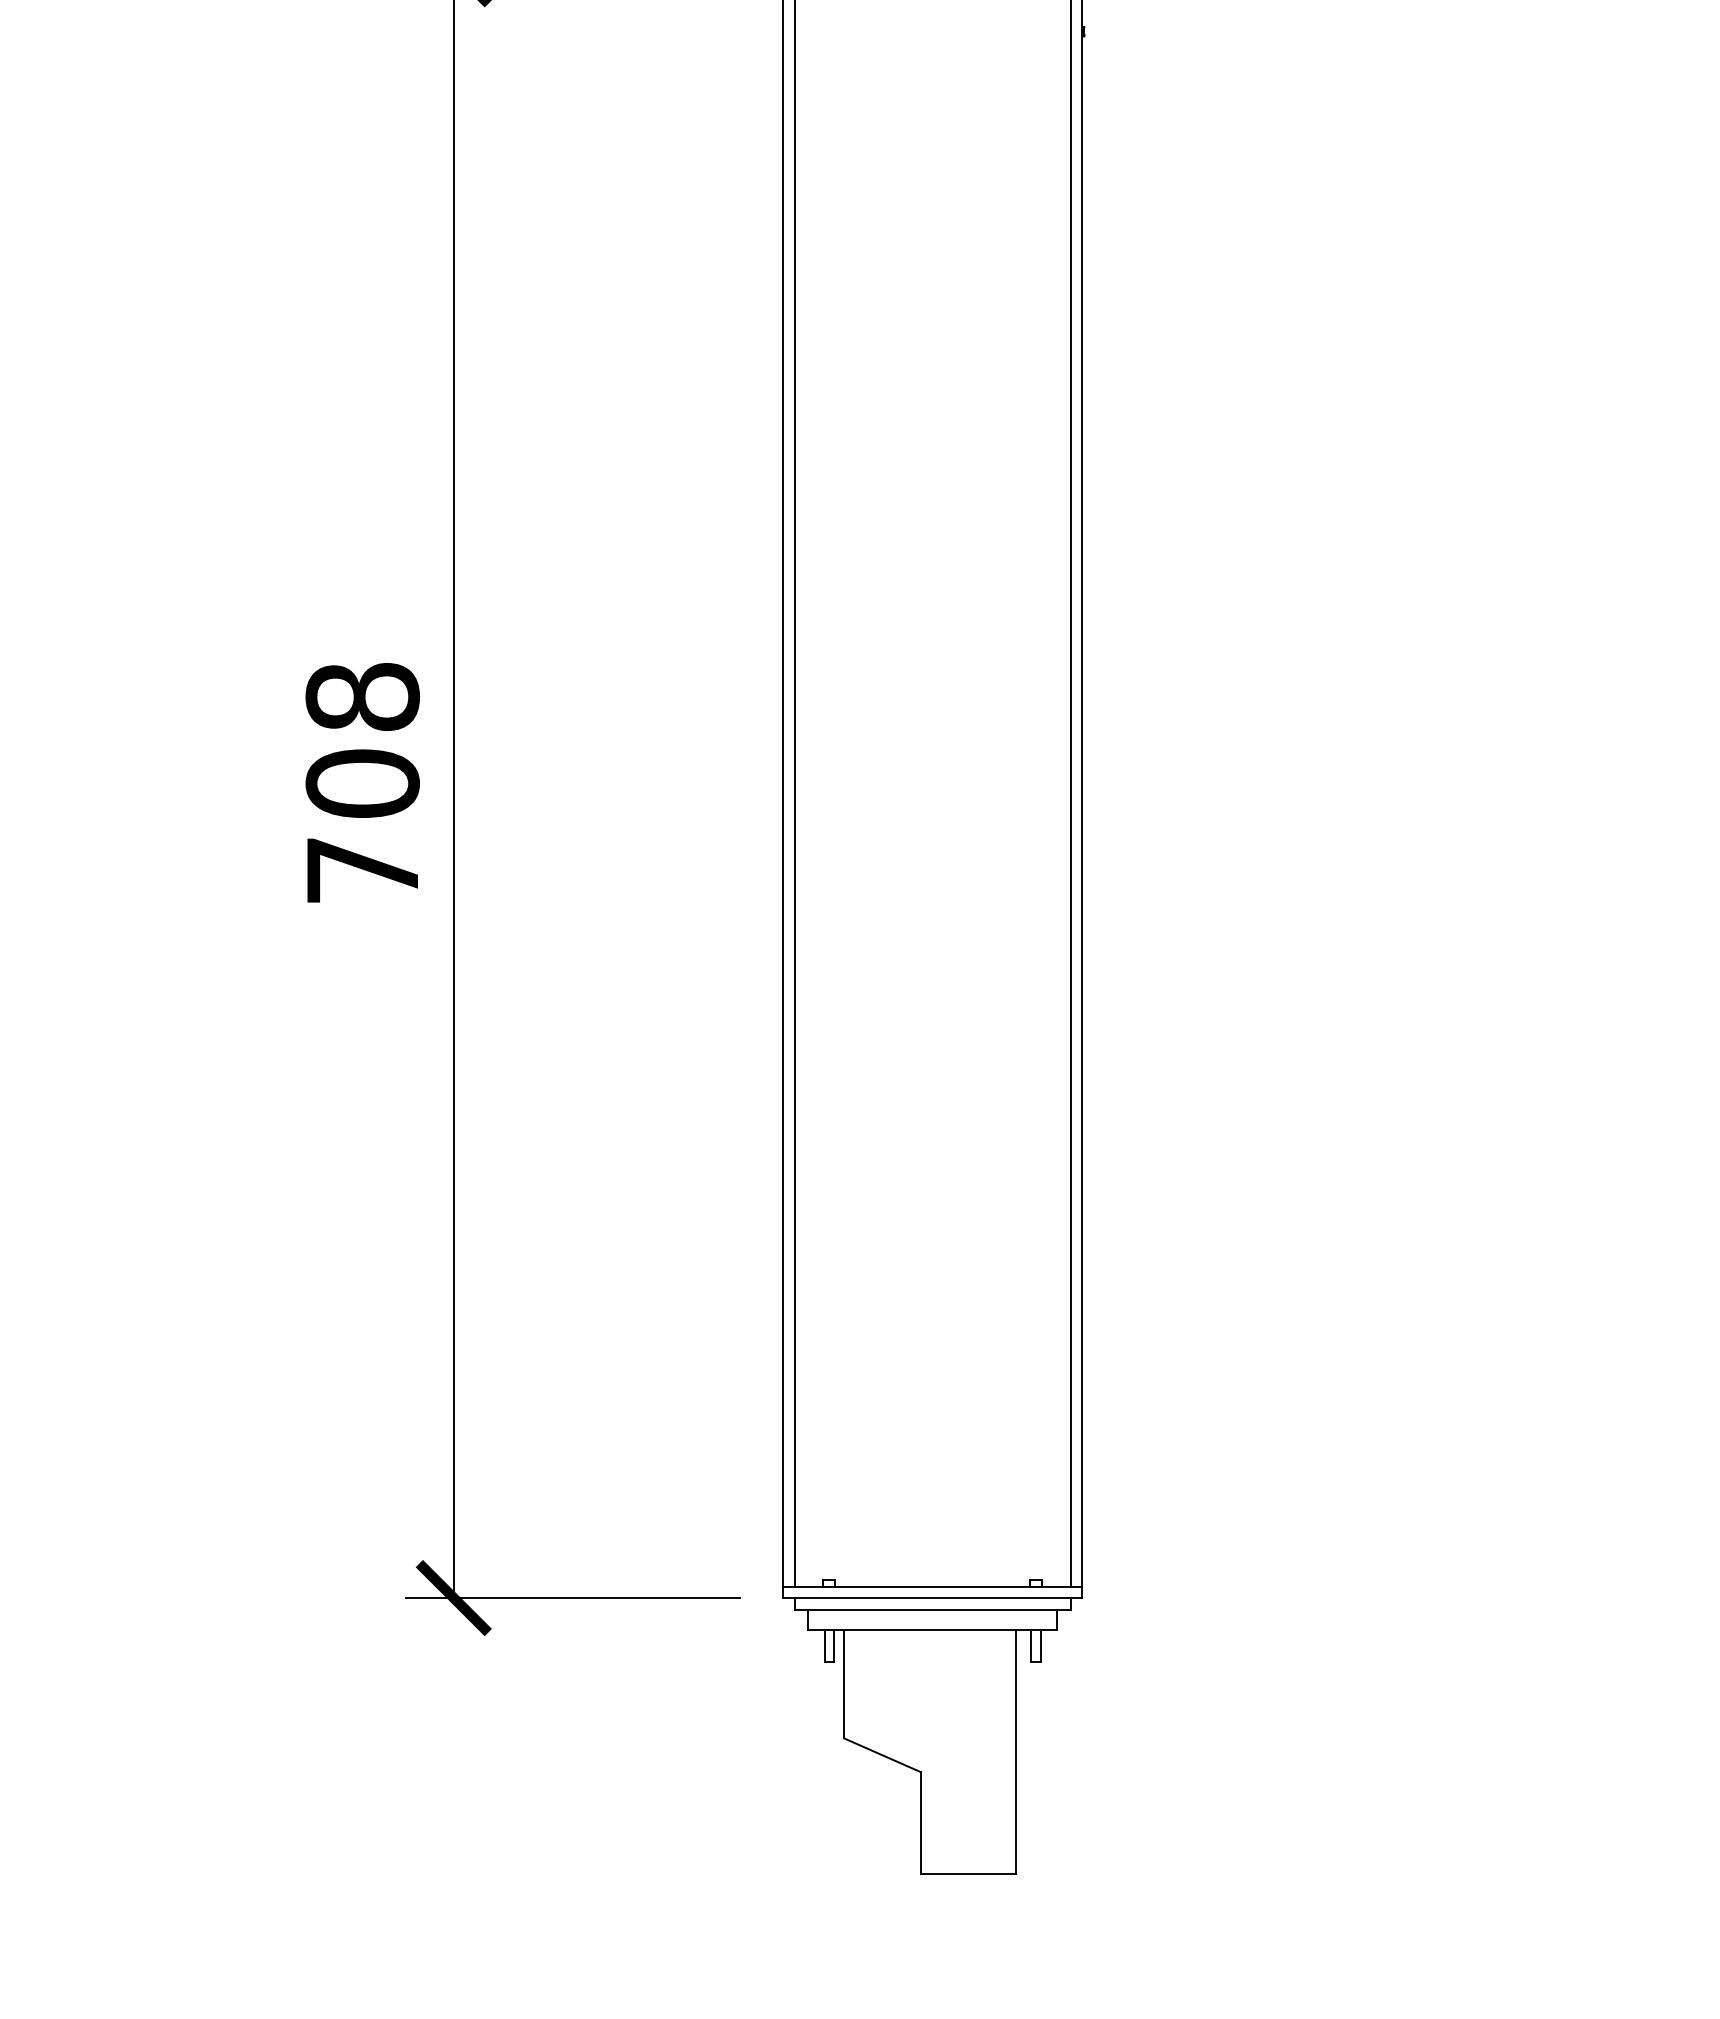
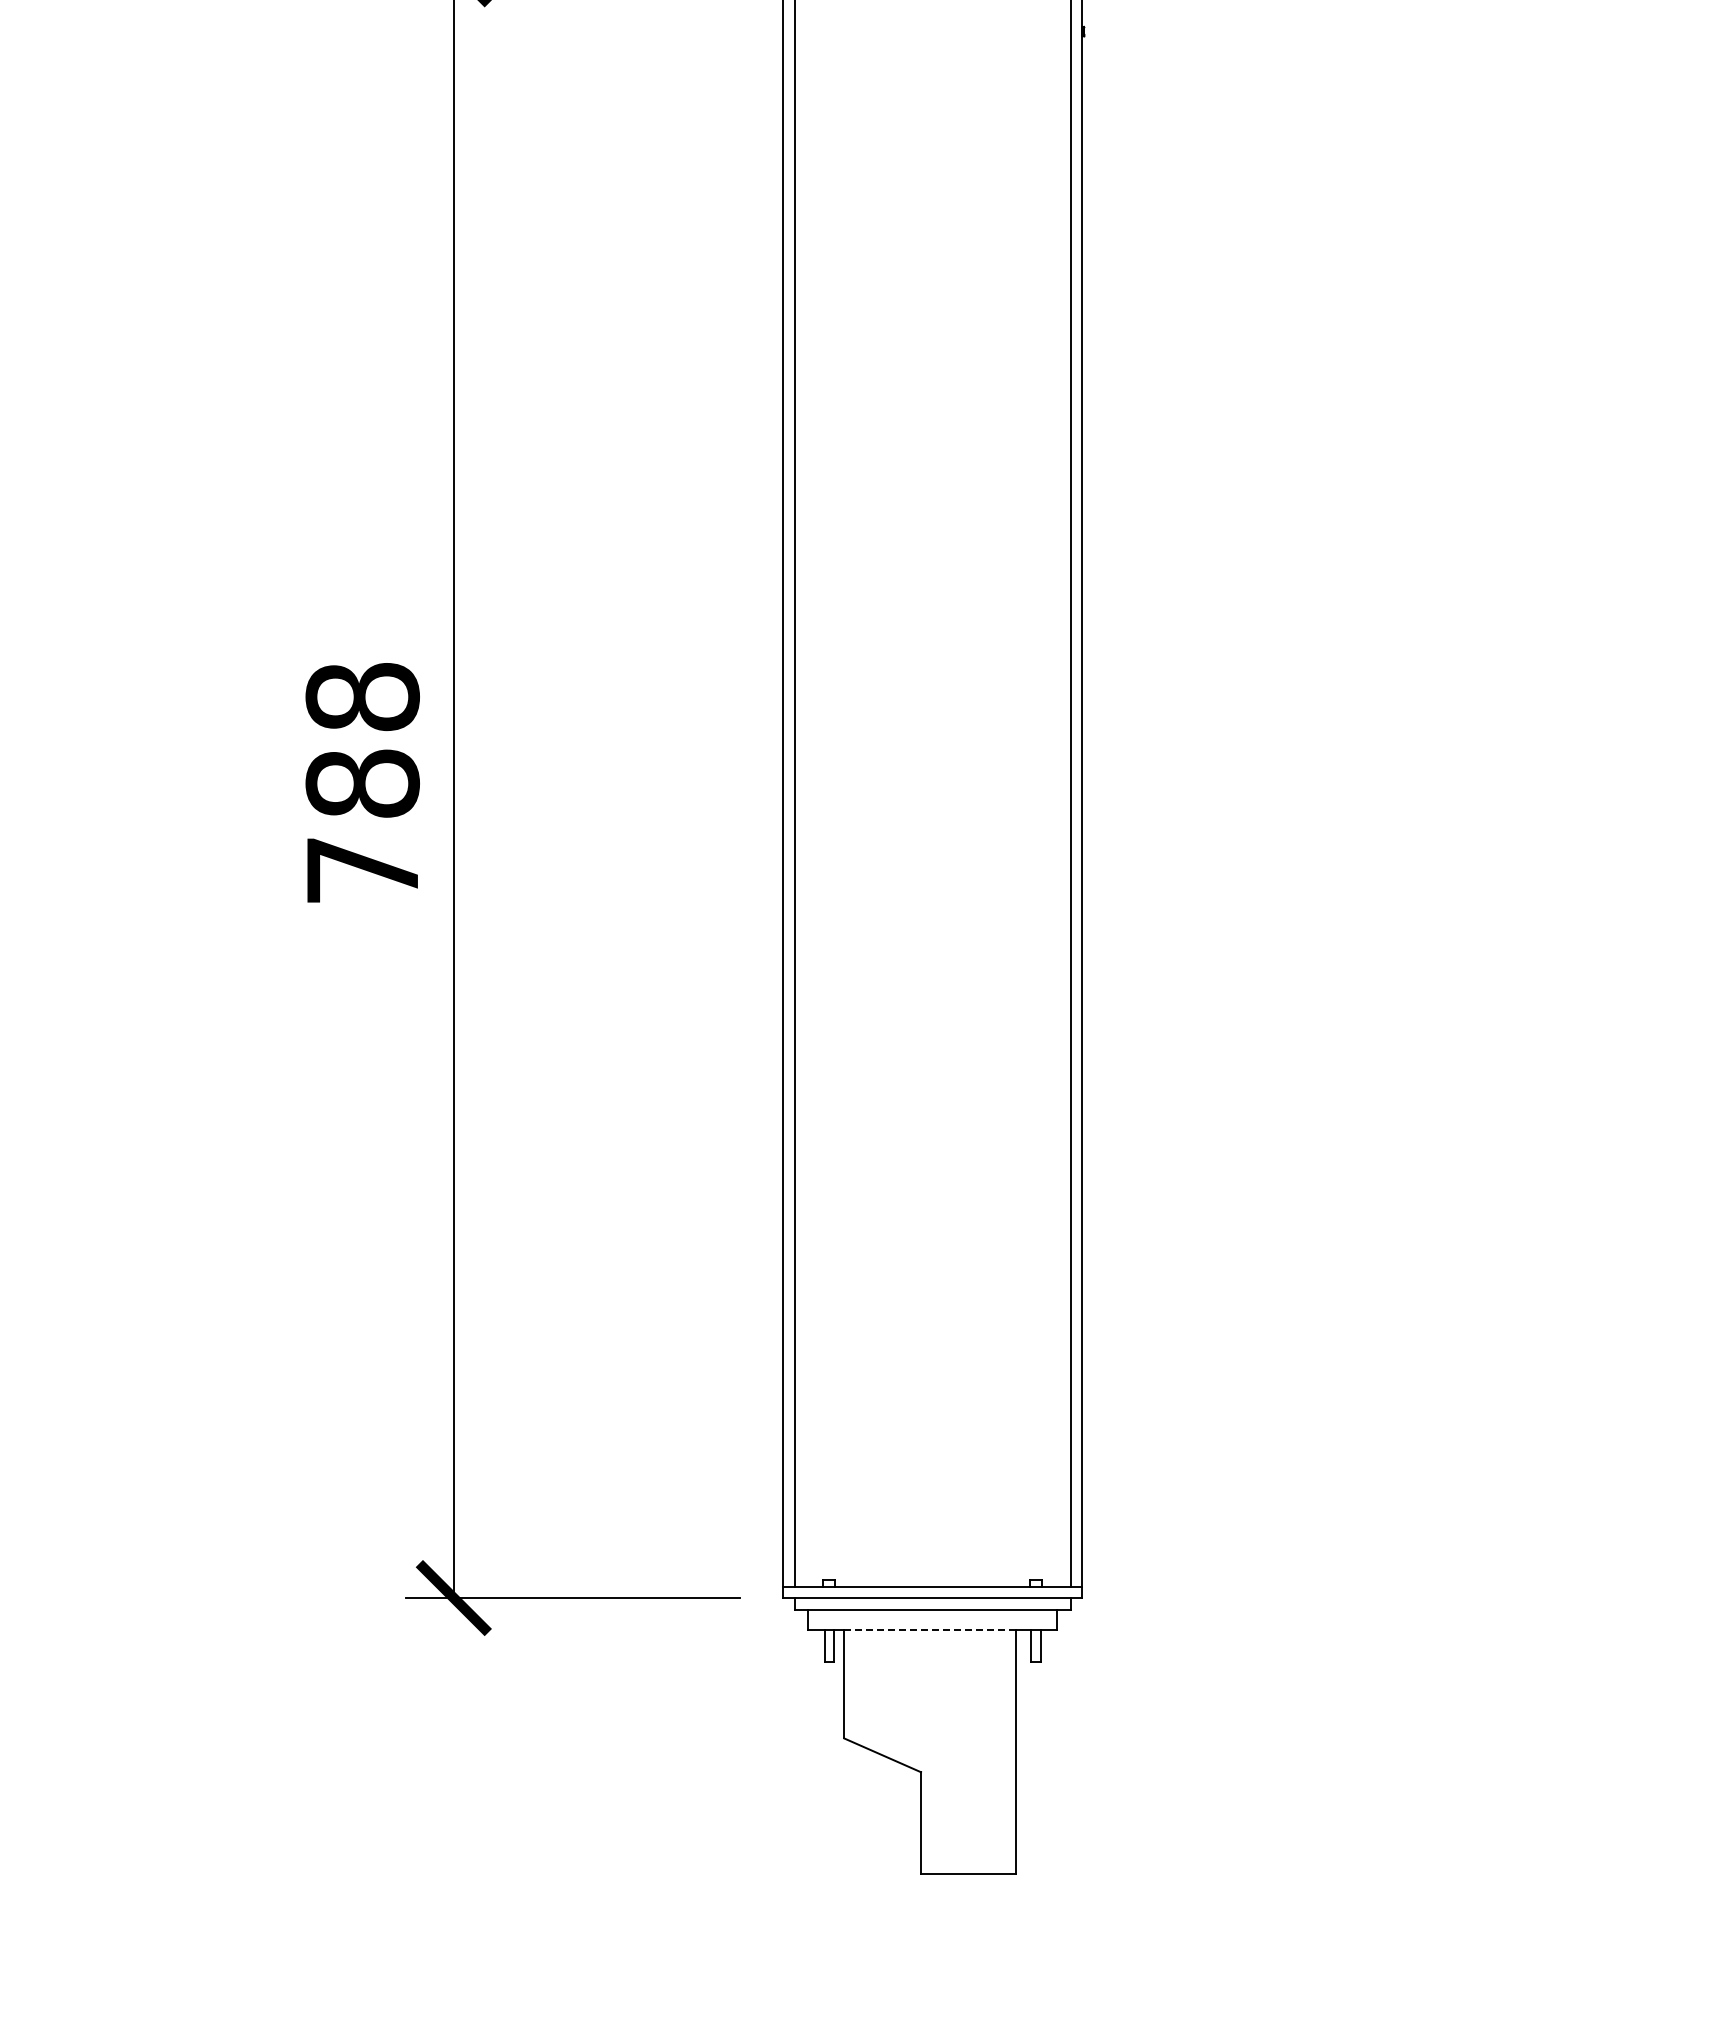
text at (362, 783): 708 -> 788
line at (930, 1630): solid -> dashed
